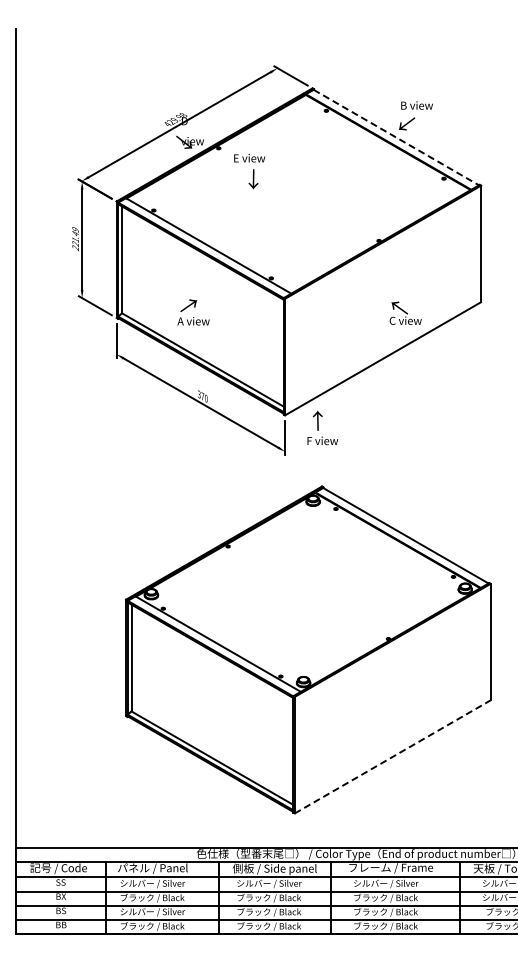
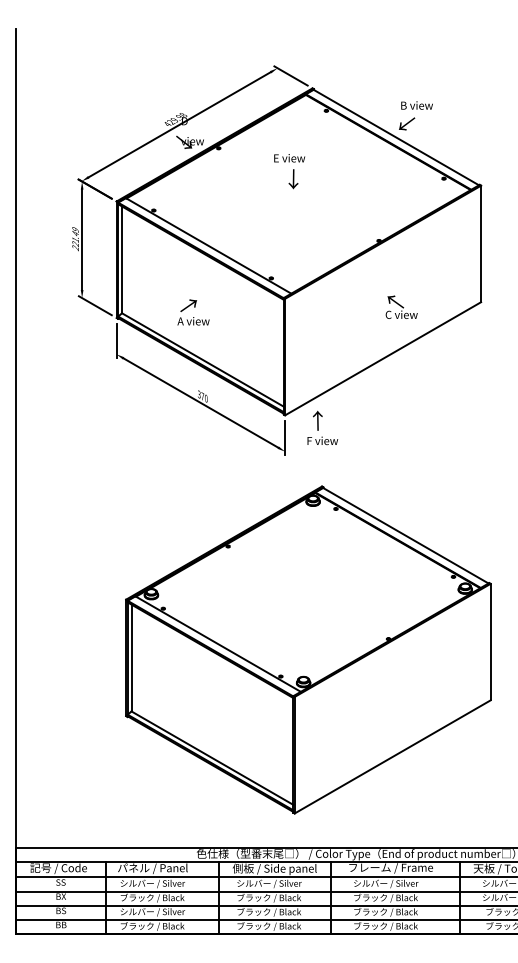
line at (396, 137): dashed -> solid
text at (249, 171) position: (249, 171) -> (289, 171)
text at (405, 312) position: (405, 312) -> (401, 306)
line at (393, 756): dashed -> solid
